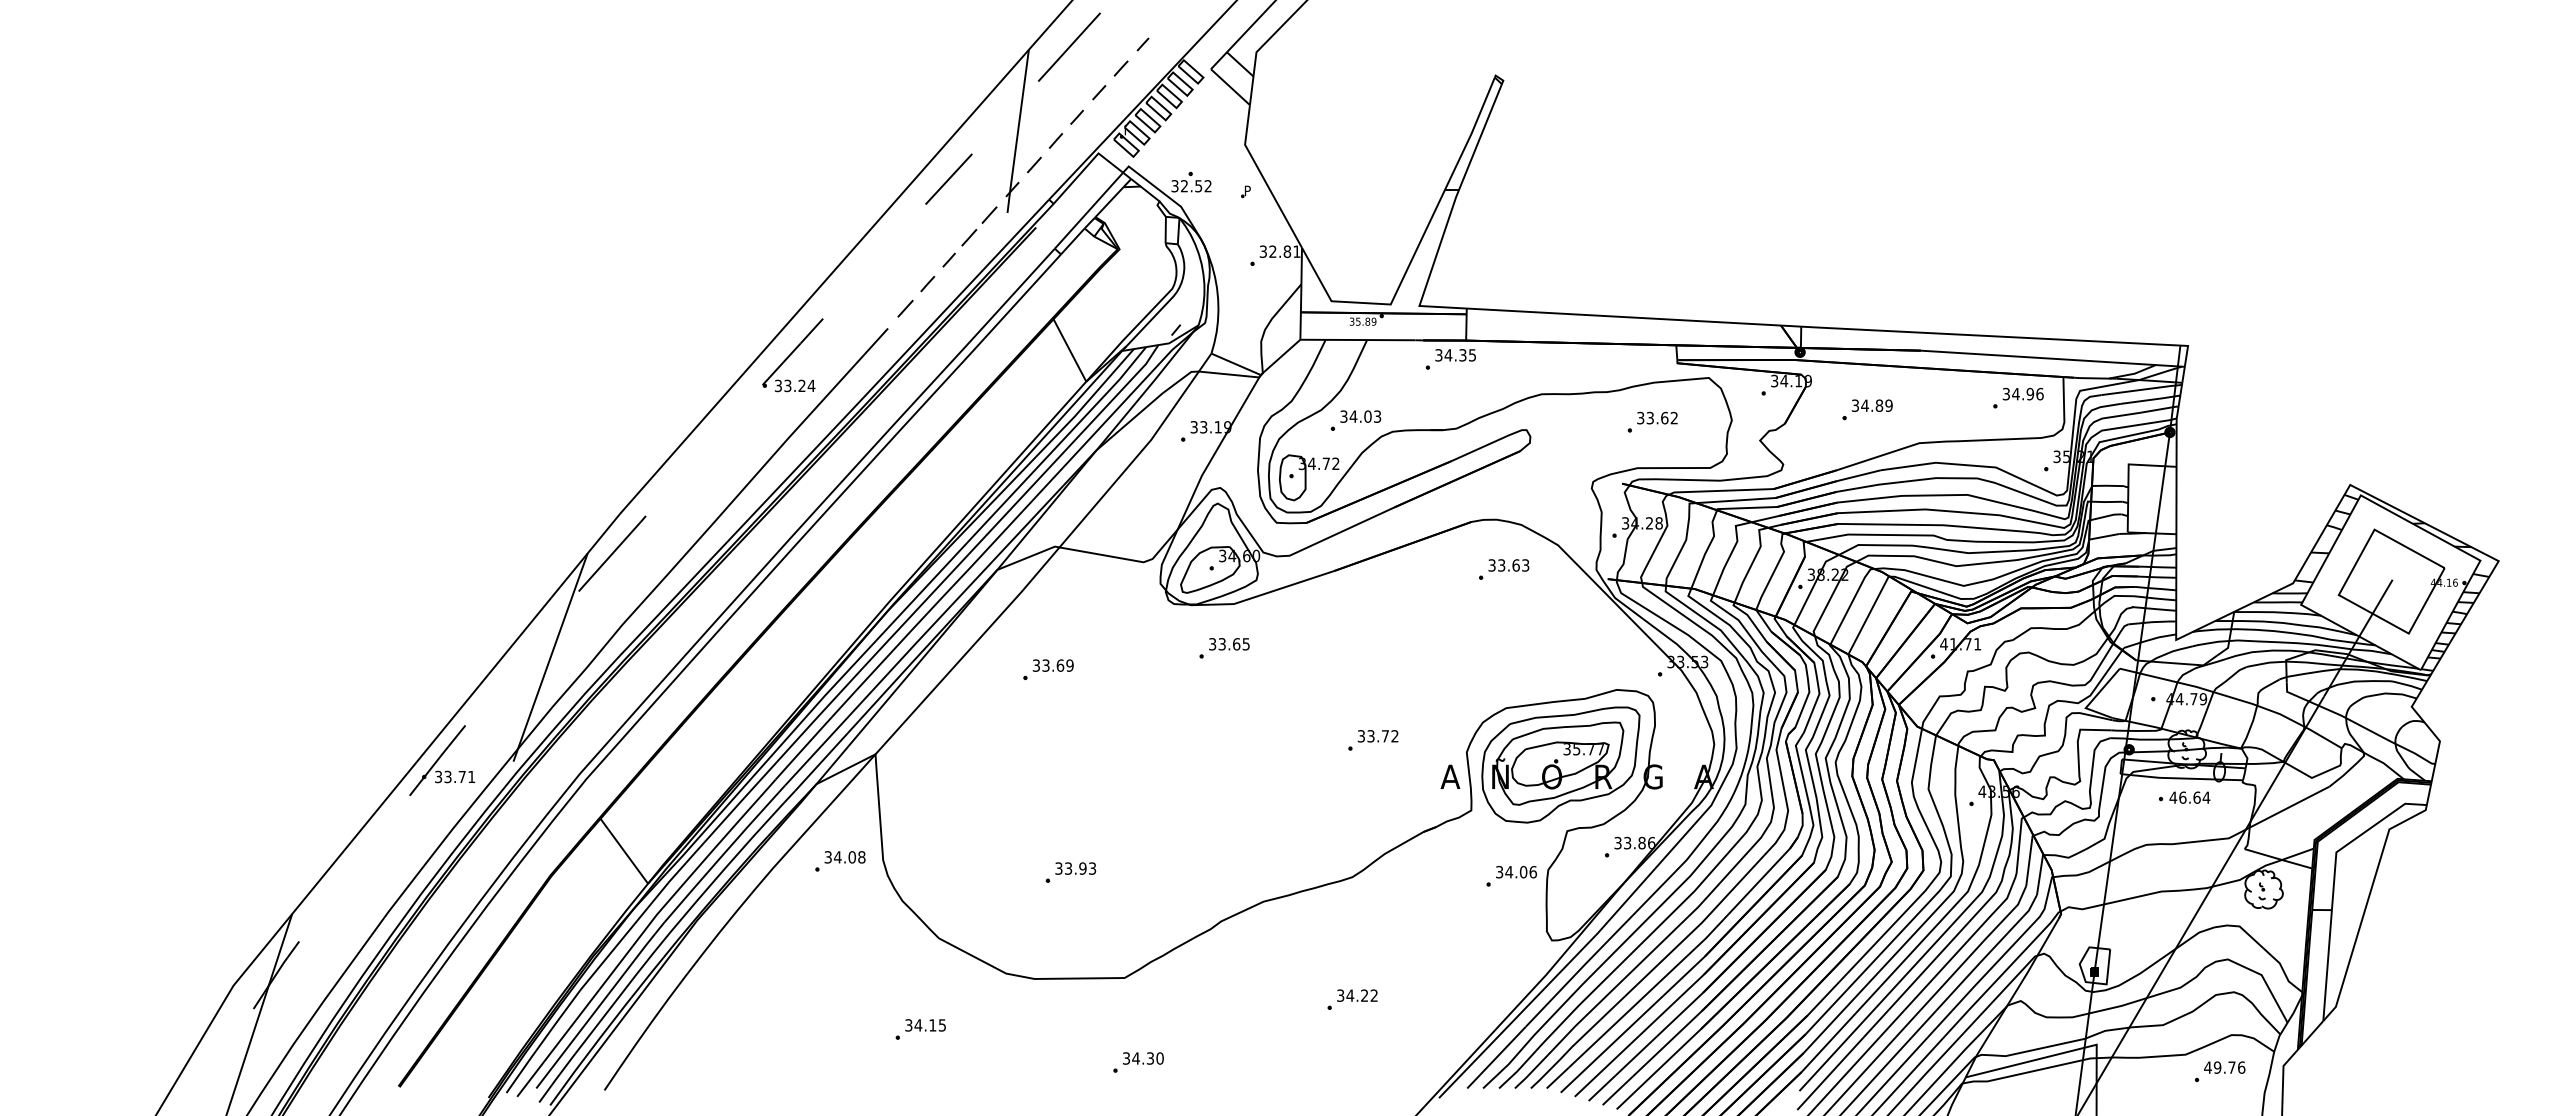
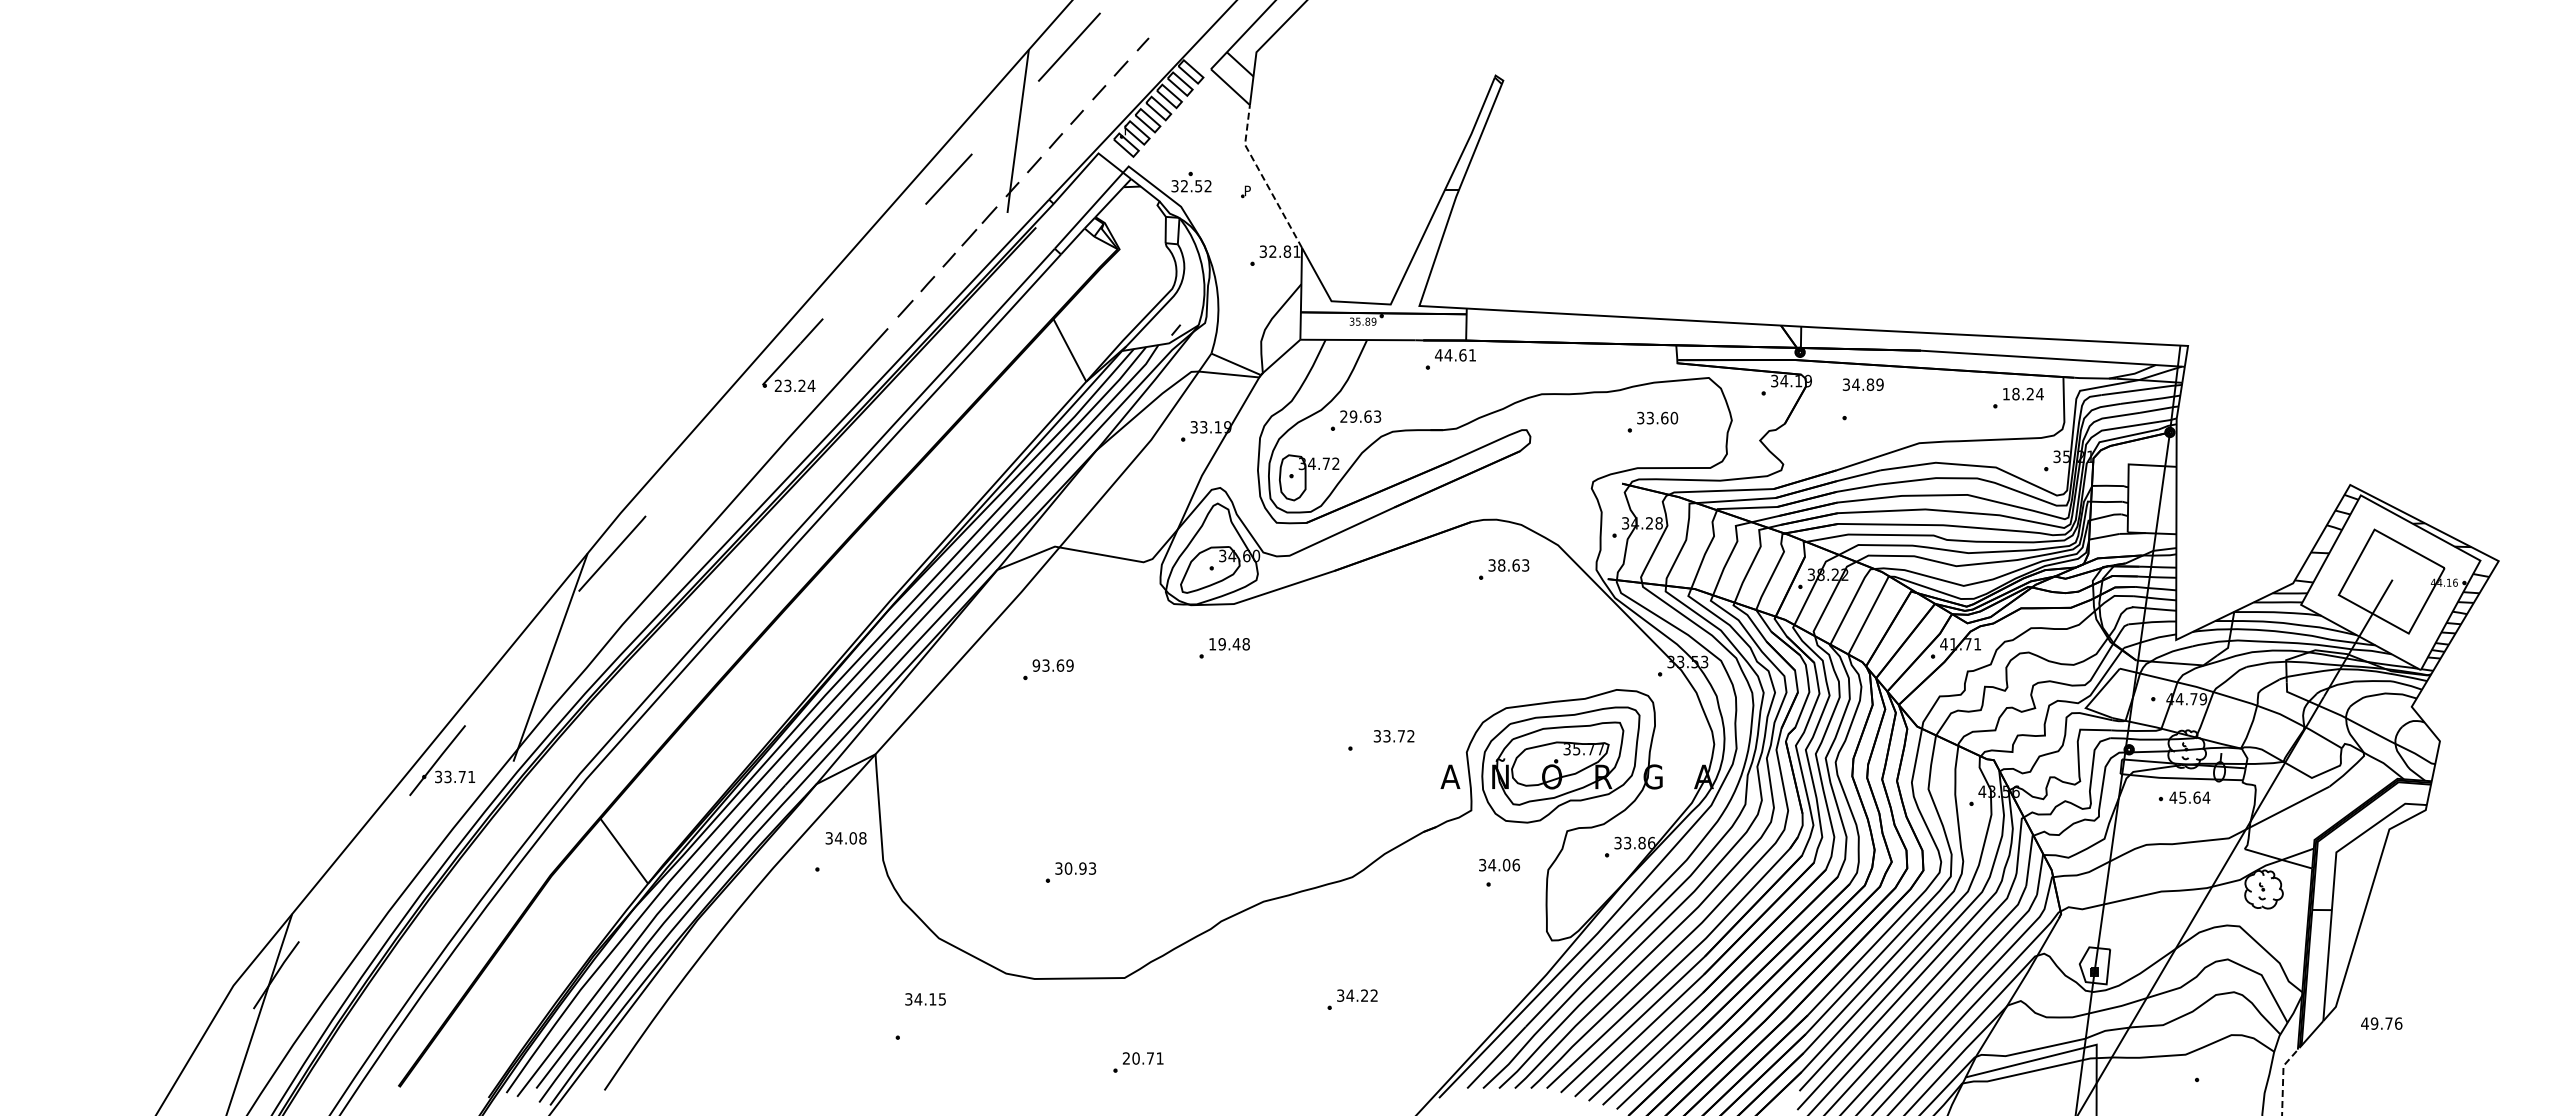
line at (1263, 177): solid -> dashed
text at (1454, 355): 34.35 -> 44.61
text at (777, 386): 33.24 -> 23.24
text at (2022, 393): 34.96 -> 18.24
text at (1871, 405) position: (1871, 405) -> (1862, 384)
text at (1355, 416): 34.03 -> 29.63
text at (1674, 418): 33.62 -> 33.60
text at (1501, 565): 33.63 -> 38.63
text at (1229, 644): 33.65 -> 19.48
text at (1036, 665): 33.69 -> 93.69
text at (1377, 736) position: (1377, 736) -> (1393, 736)
text at (2182, 797): 46.64 -> 45.64
text at (844, 857) position: (844, 857) -> (845, 838)
text at (1068, 868): 33.93 -> 30.93
text at (1516, 872) position: (1516, 872) -> (1499, 865)
text at (925, 1025) position: (925, 1025) -> (925, 999)
text at (1143, 1058): 34.30 -> 20.71
text at (2224, 1067) position: (2224, 1067) -> (2381, 1023)
line at (2283, 1077): solid -> dashed
